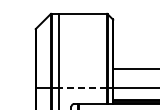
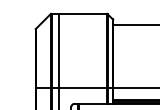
line at (134, 68) position: (134, 68) -> (134, 24)
line at (82, 88): dashed -> solid
